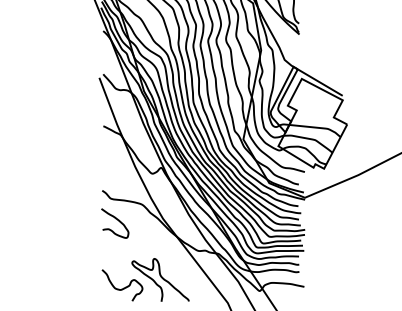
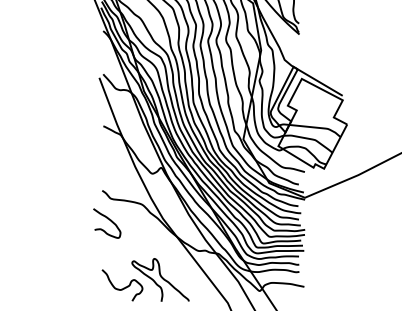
curve at (117, 220) position: (117, 220) -> (109, 220)
